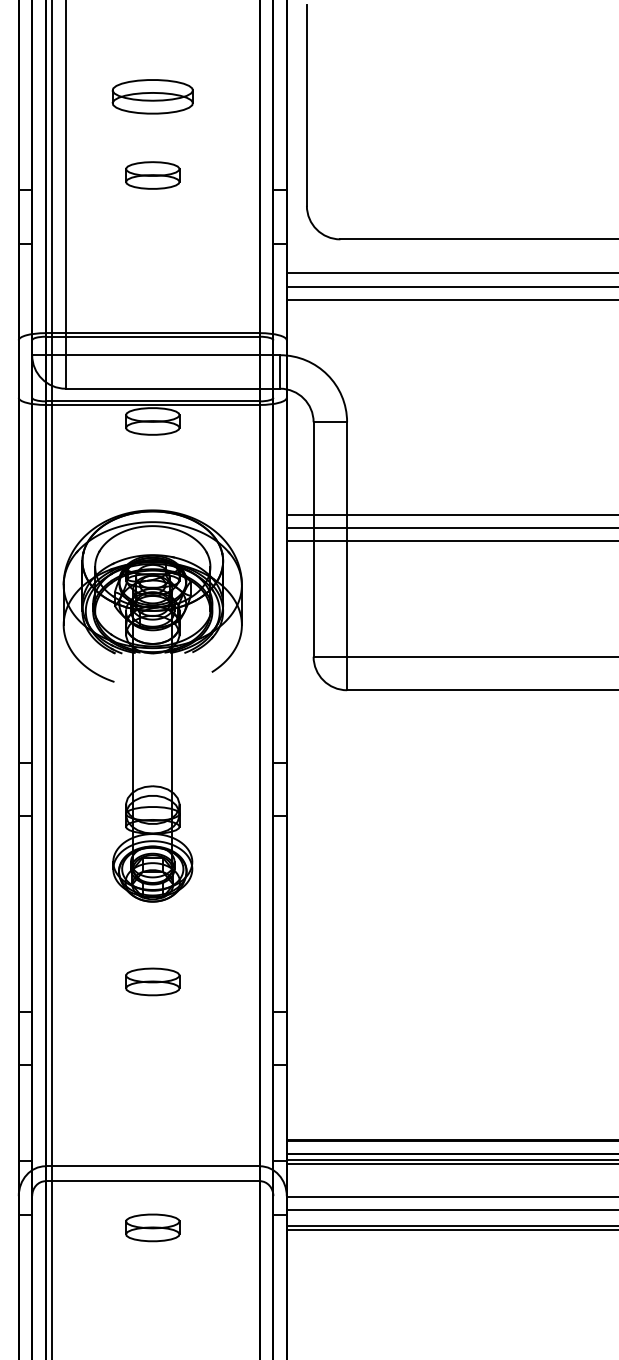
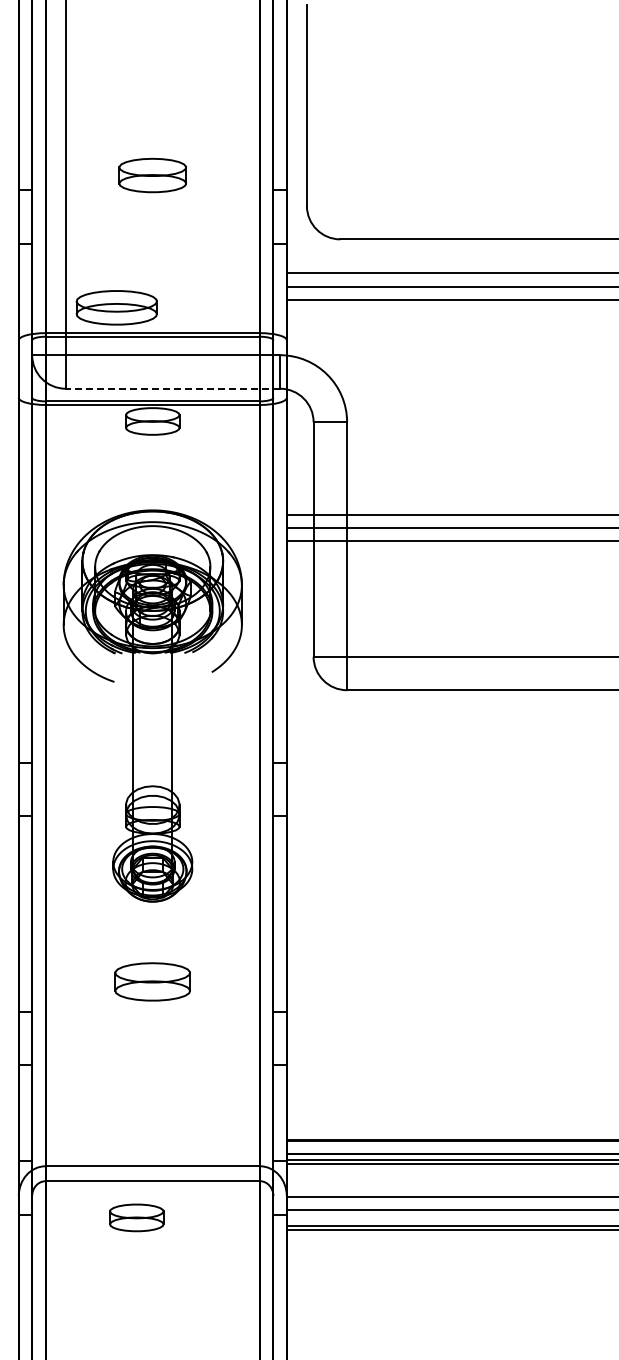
part at (152, 96) position: (152, 96) -> (116, 307)
part at (152, 175) size: 56x29 px -> 69x37 px
line at (172, 388): solid -> dashed
line at (52, 679): present -> none
part at (152, 981) size: 56x30 px -> 77x40 px
part at (152, 1227) position: (152, 1227) -> (136, 1217)
